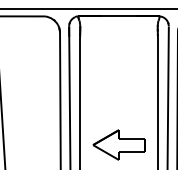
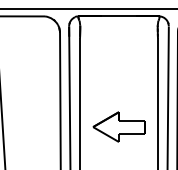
part at (118, 144) position: (118, 144) -> (118, 126)
